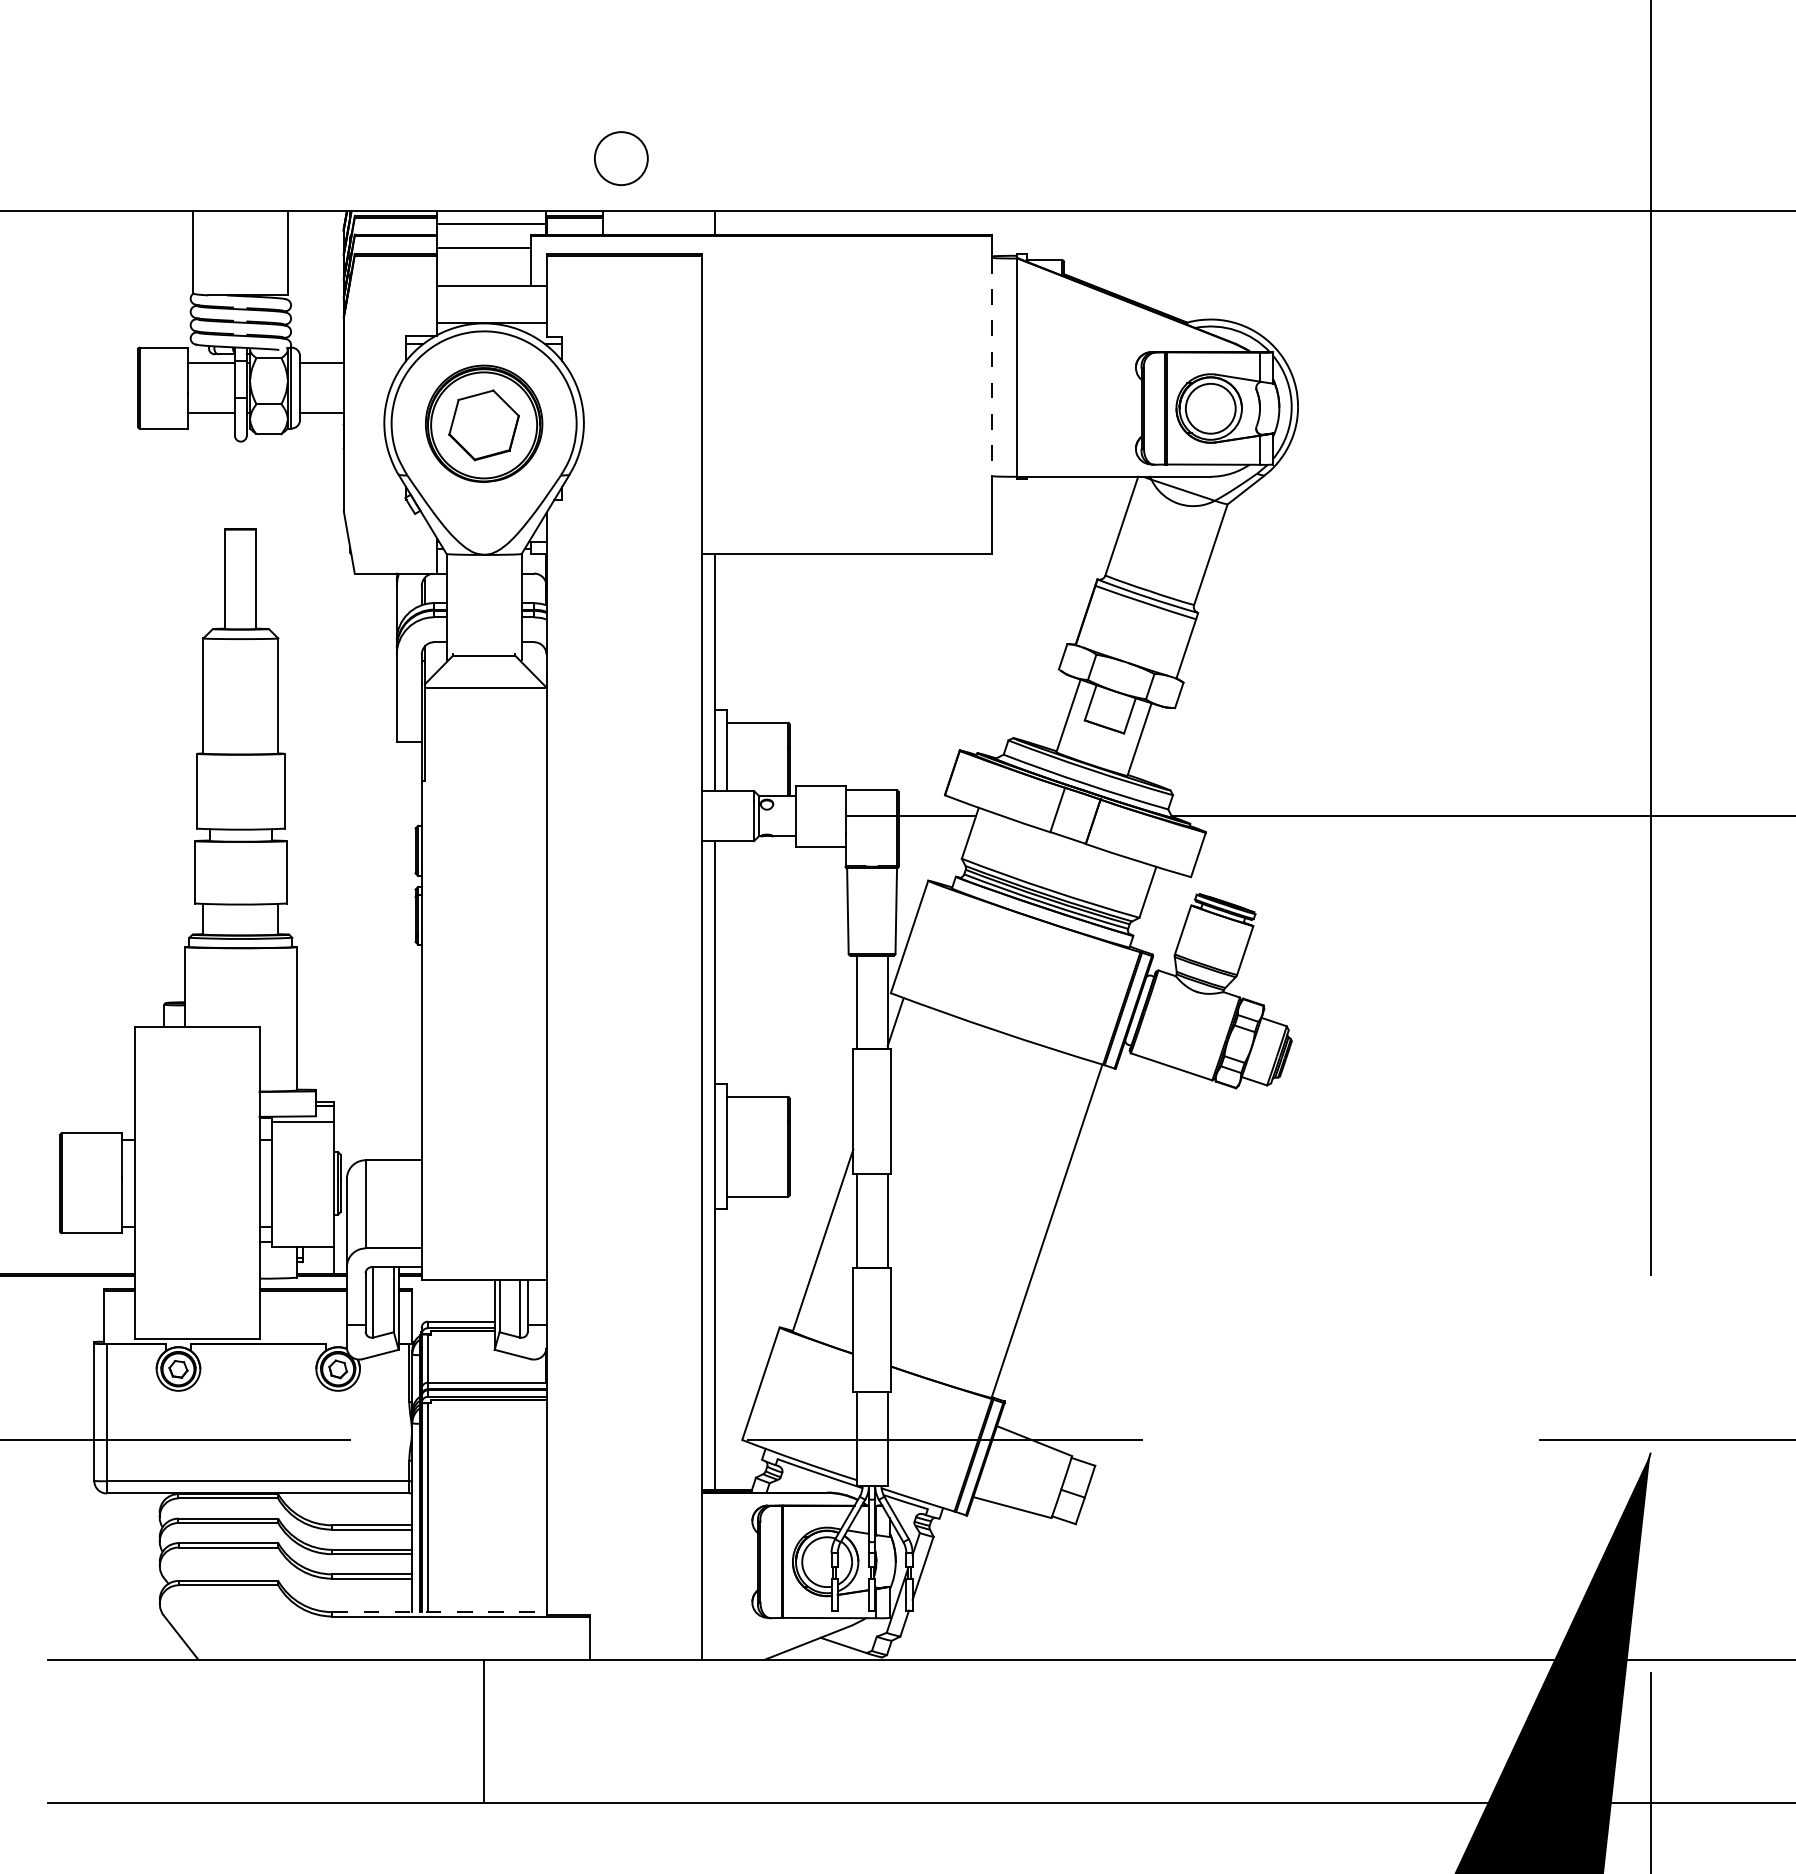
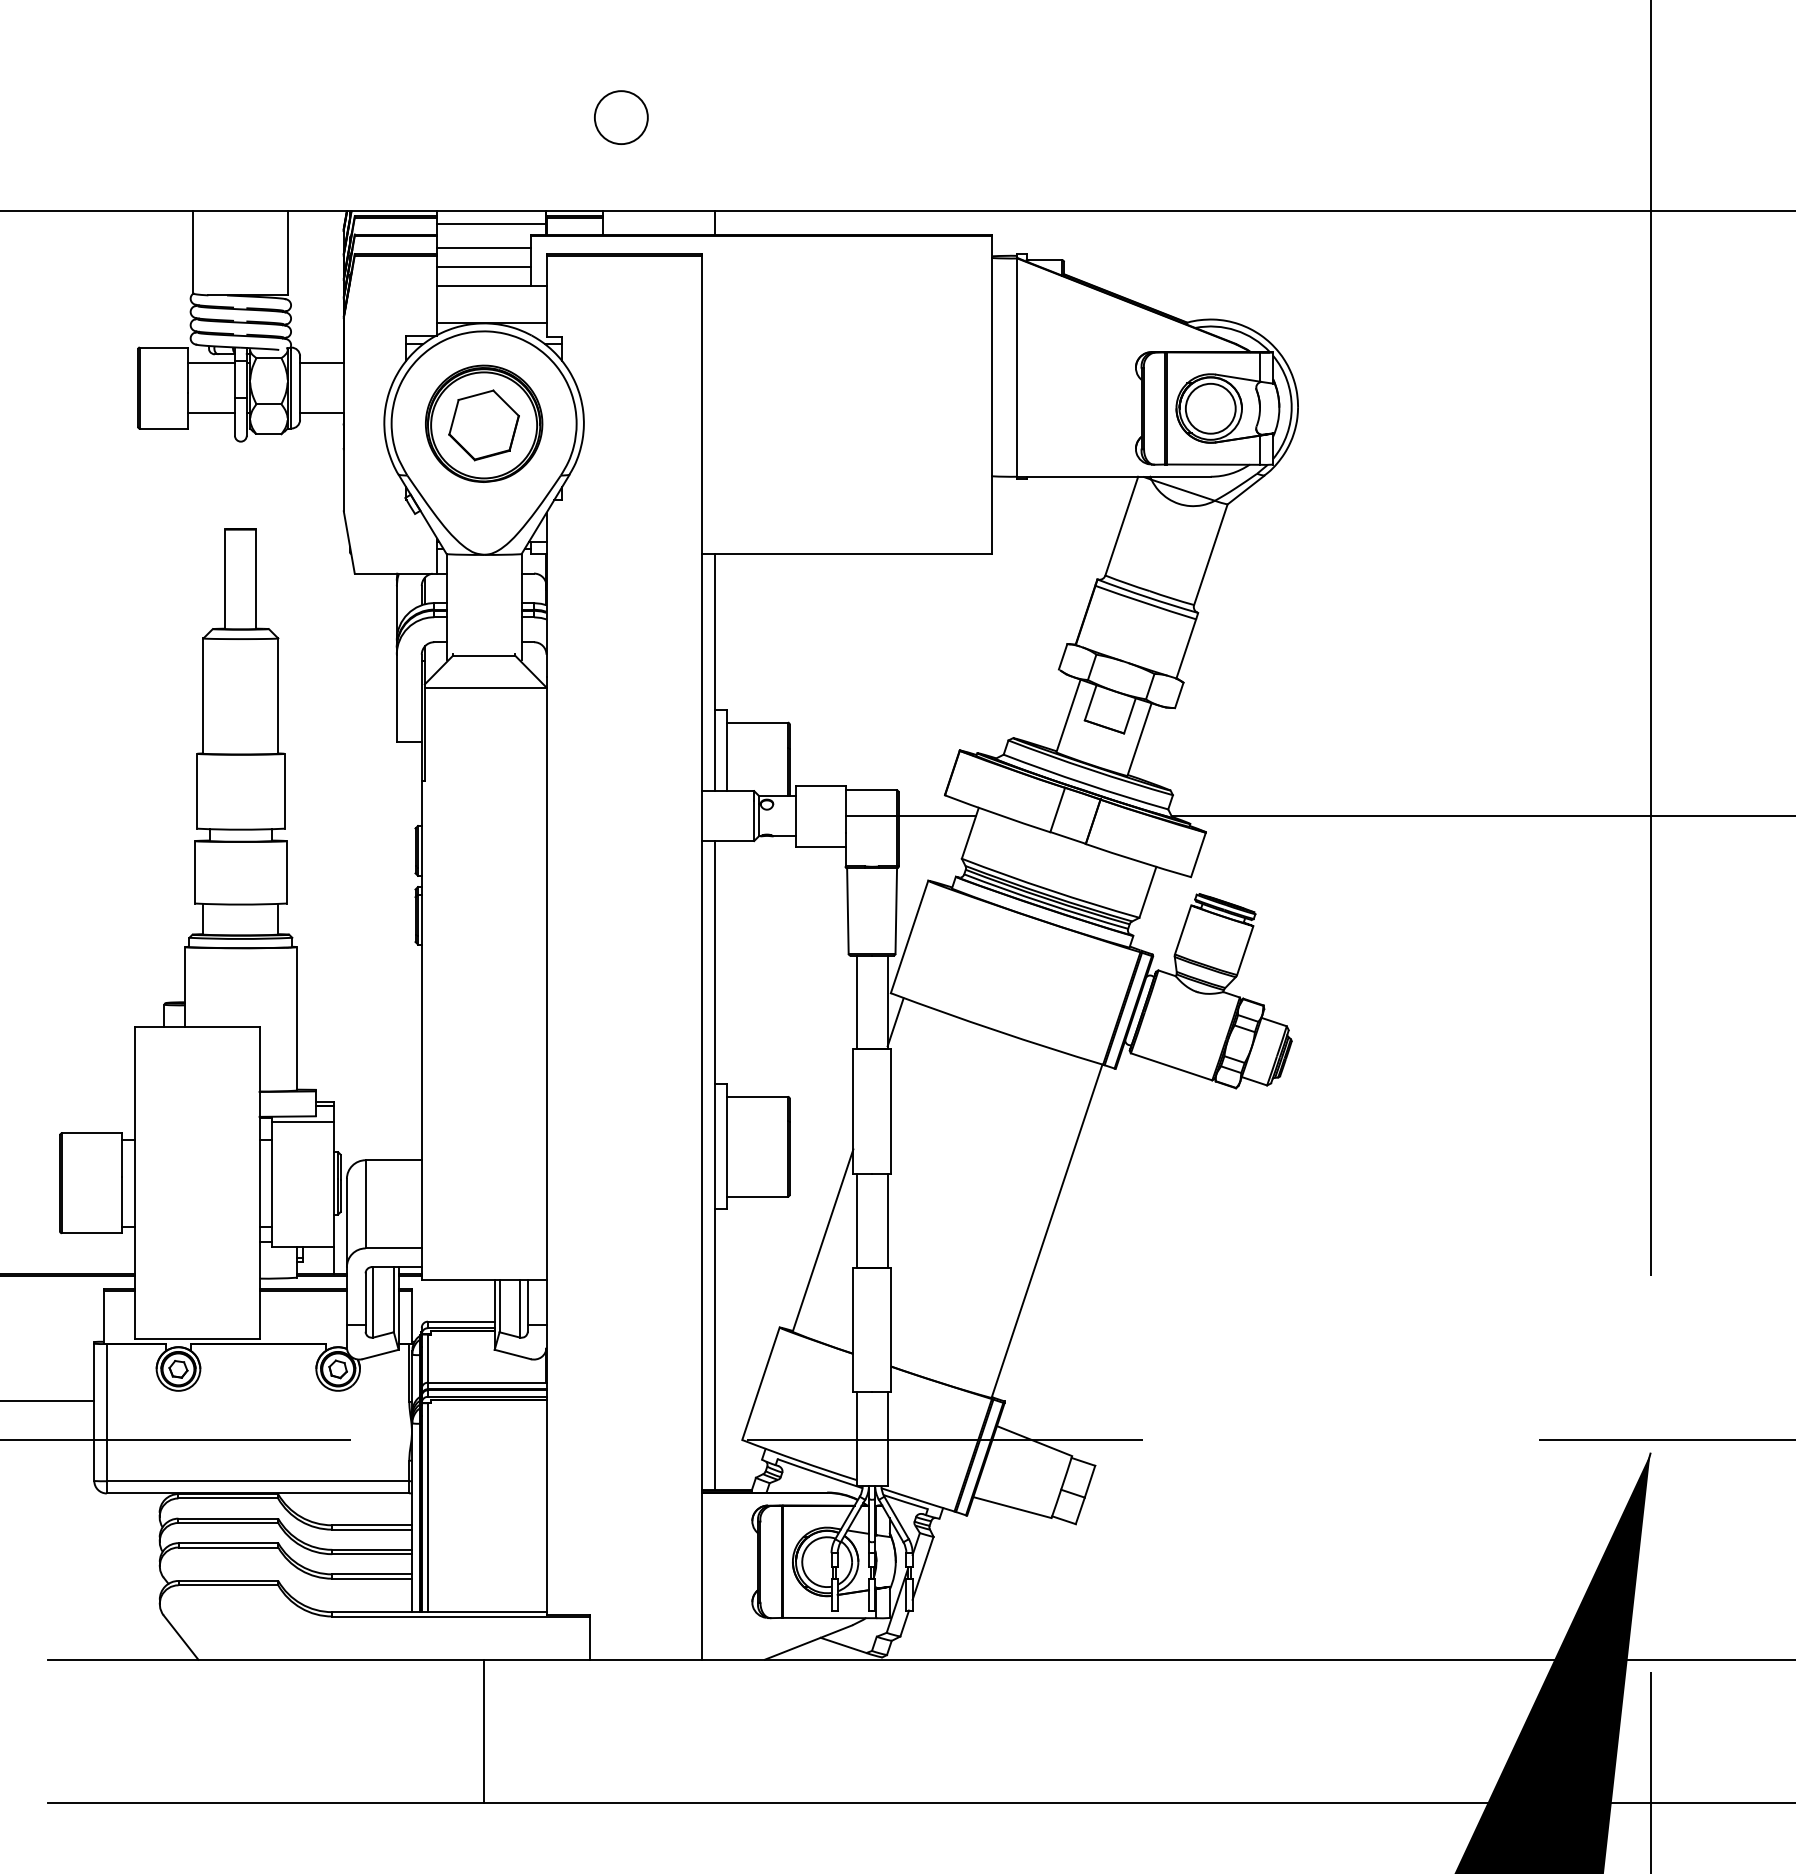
circle at (621, 158) position: (621, 158) -> (621, 117)
line at (483, 266): none -> present
line at (992, 367): dashed -> solid
line at (48, 1401): none -> present
line at (439, 1612): dashed -> solid
